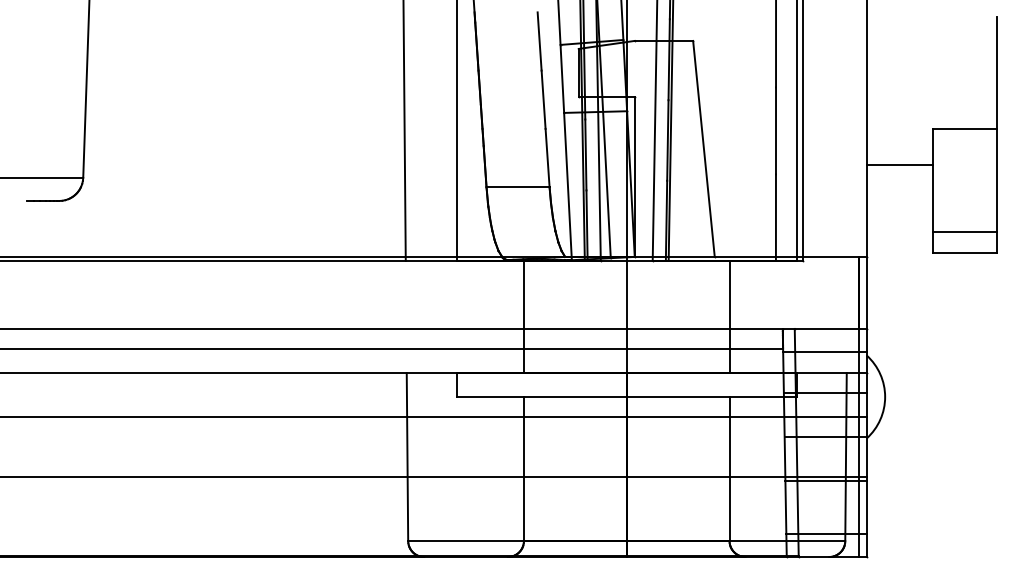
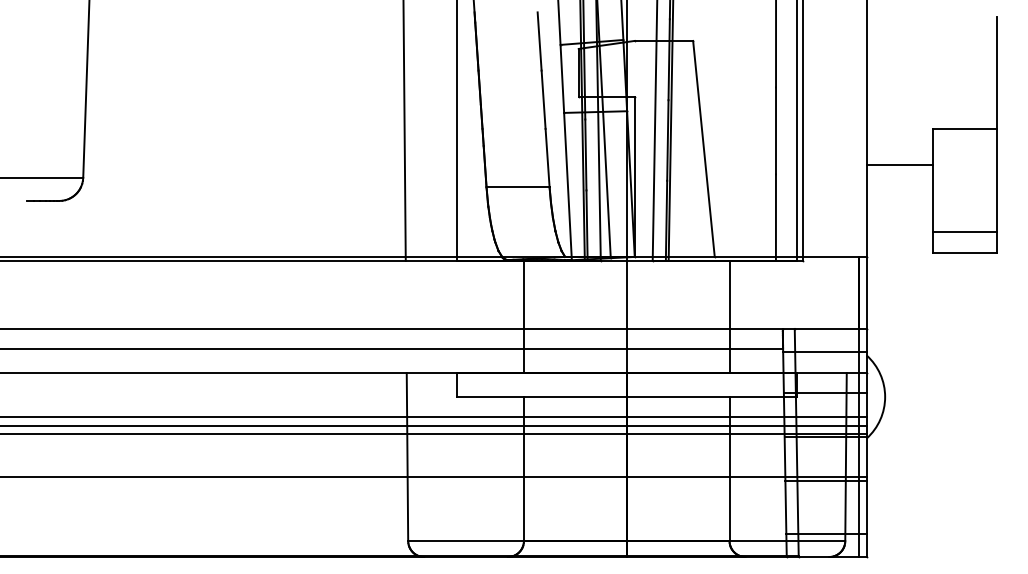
line at (434, 426): none -> present
line at (434, 434): none -> present
